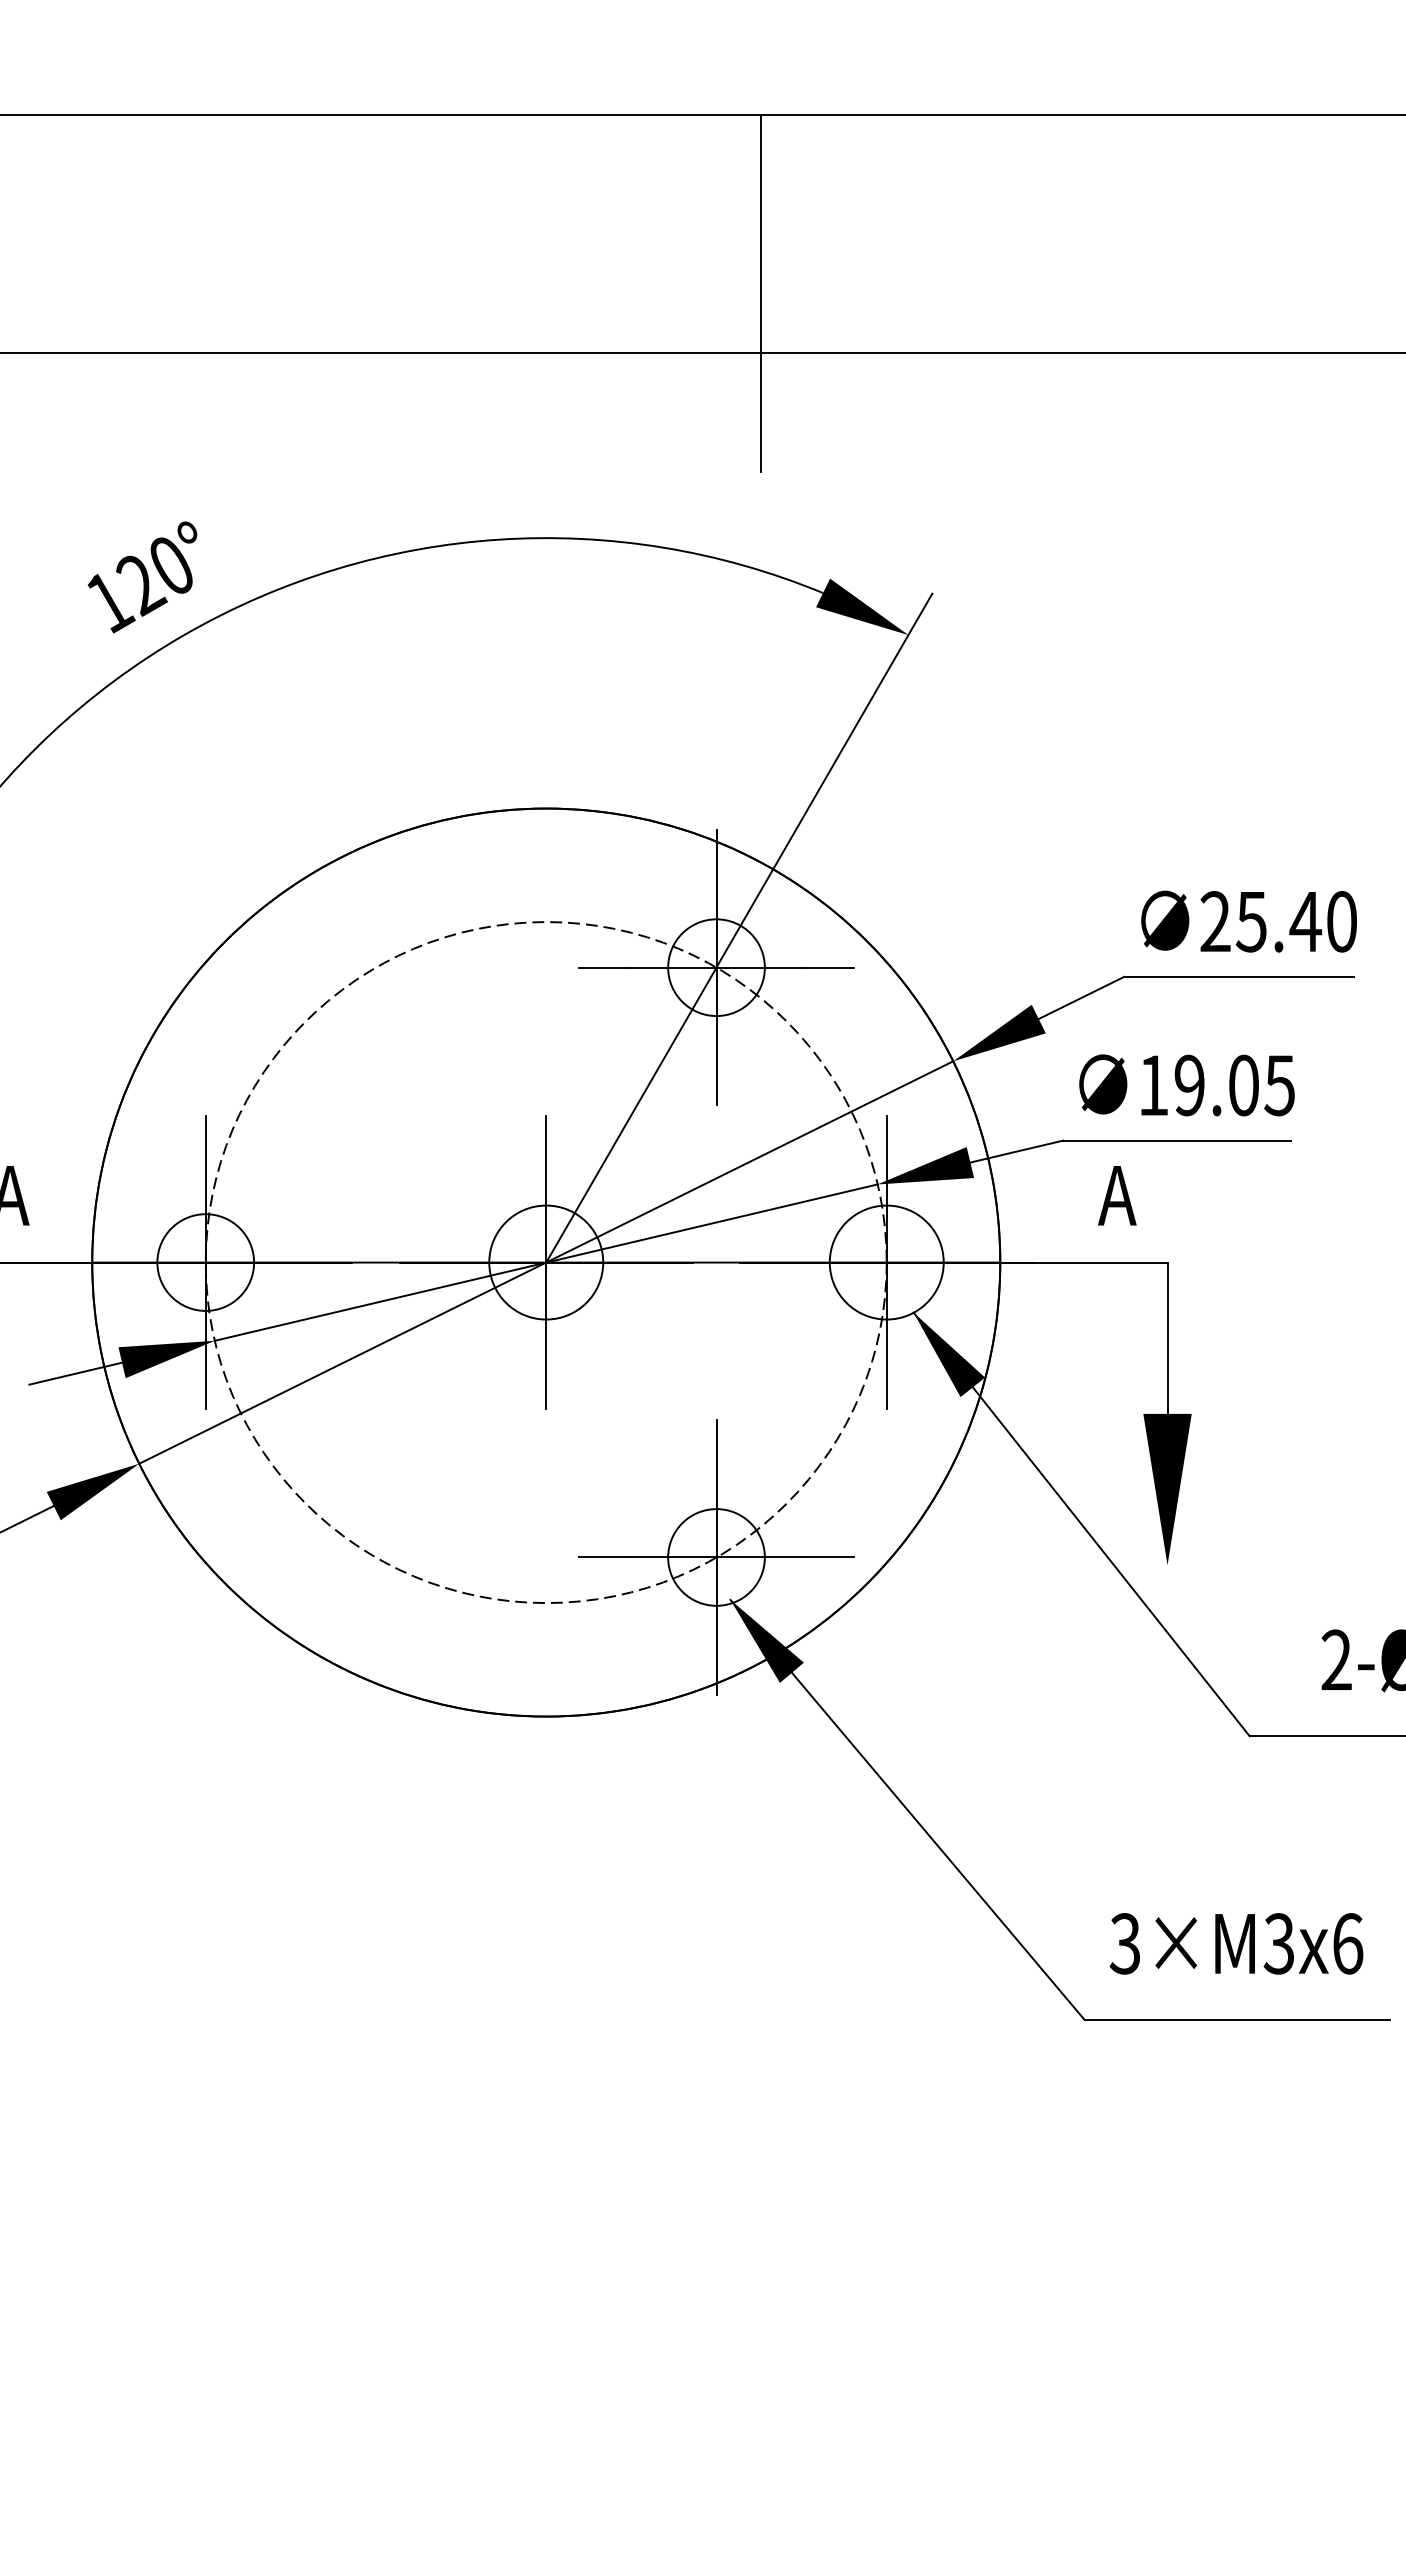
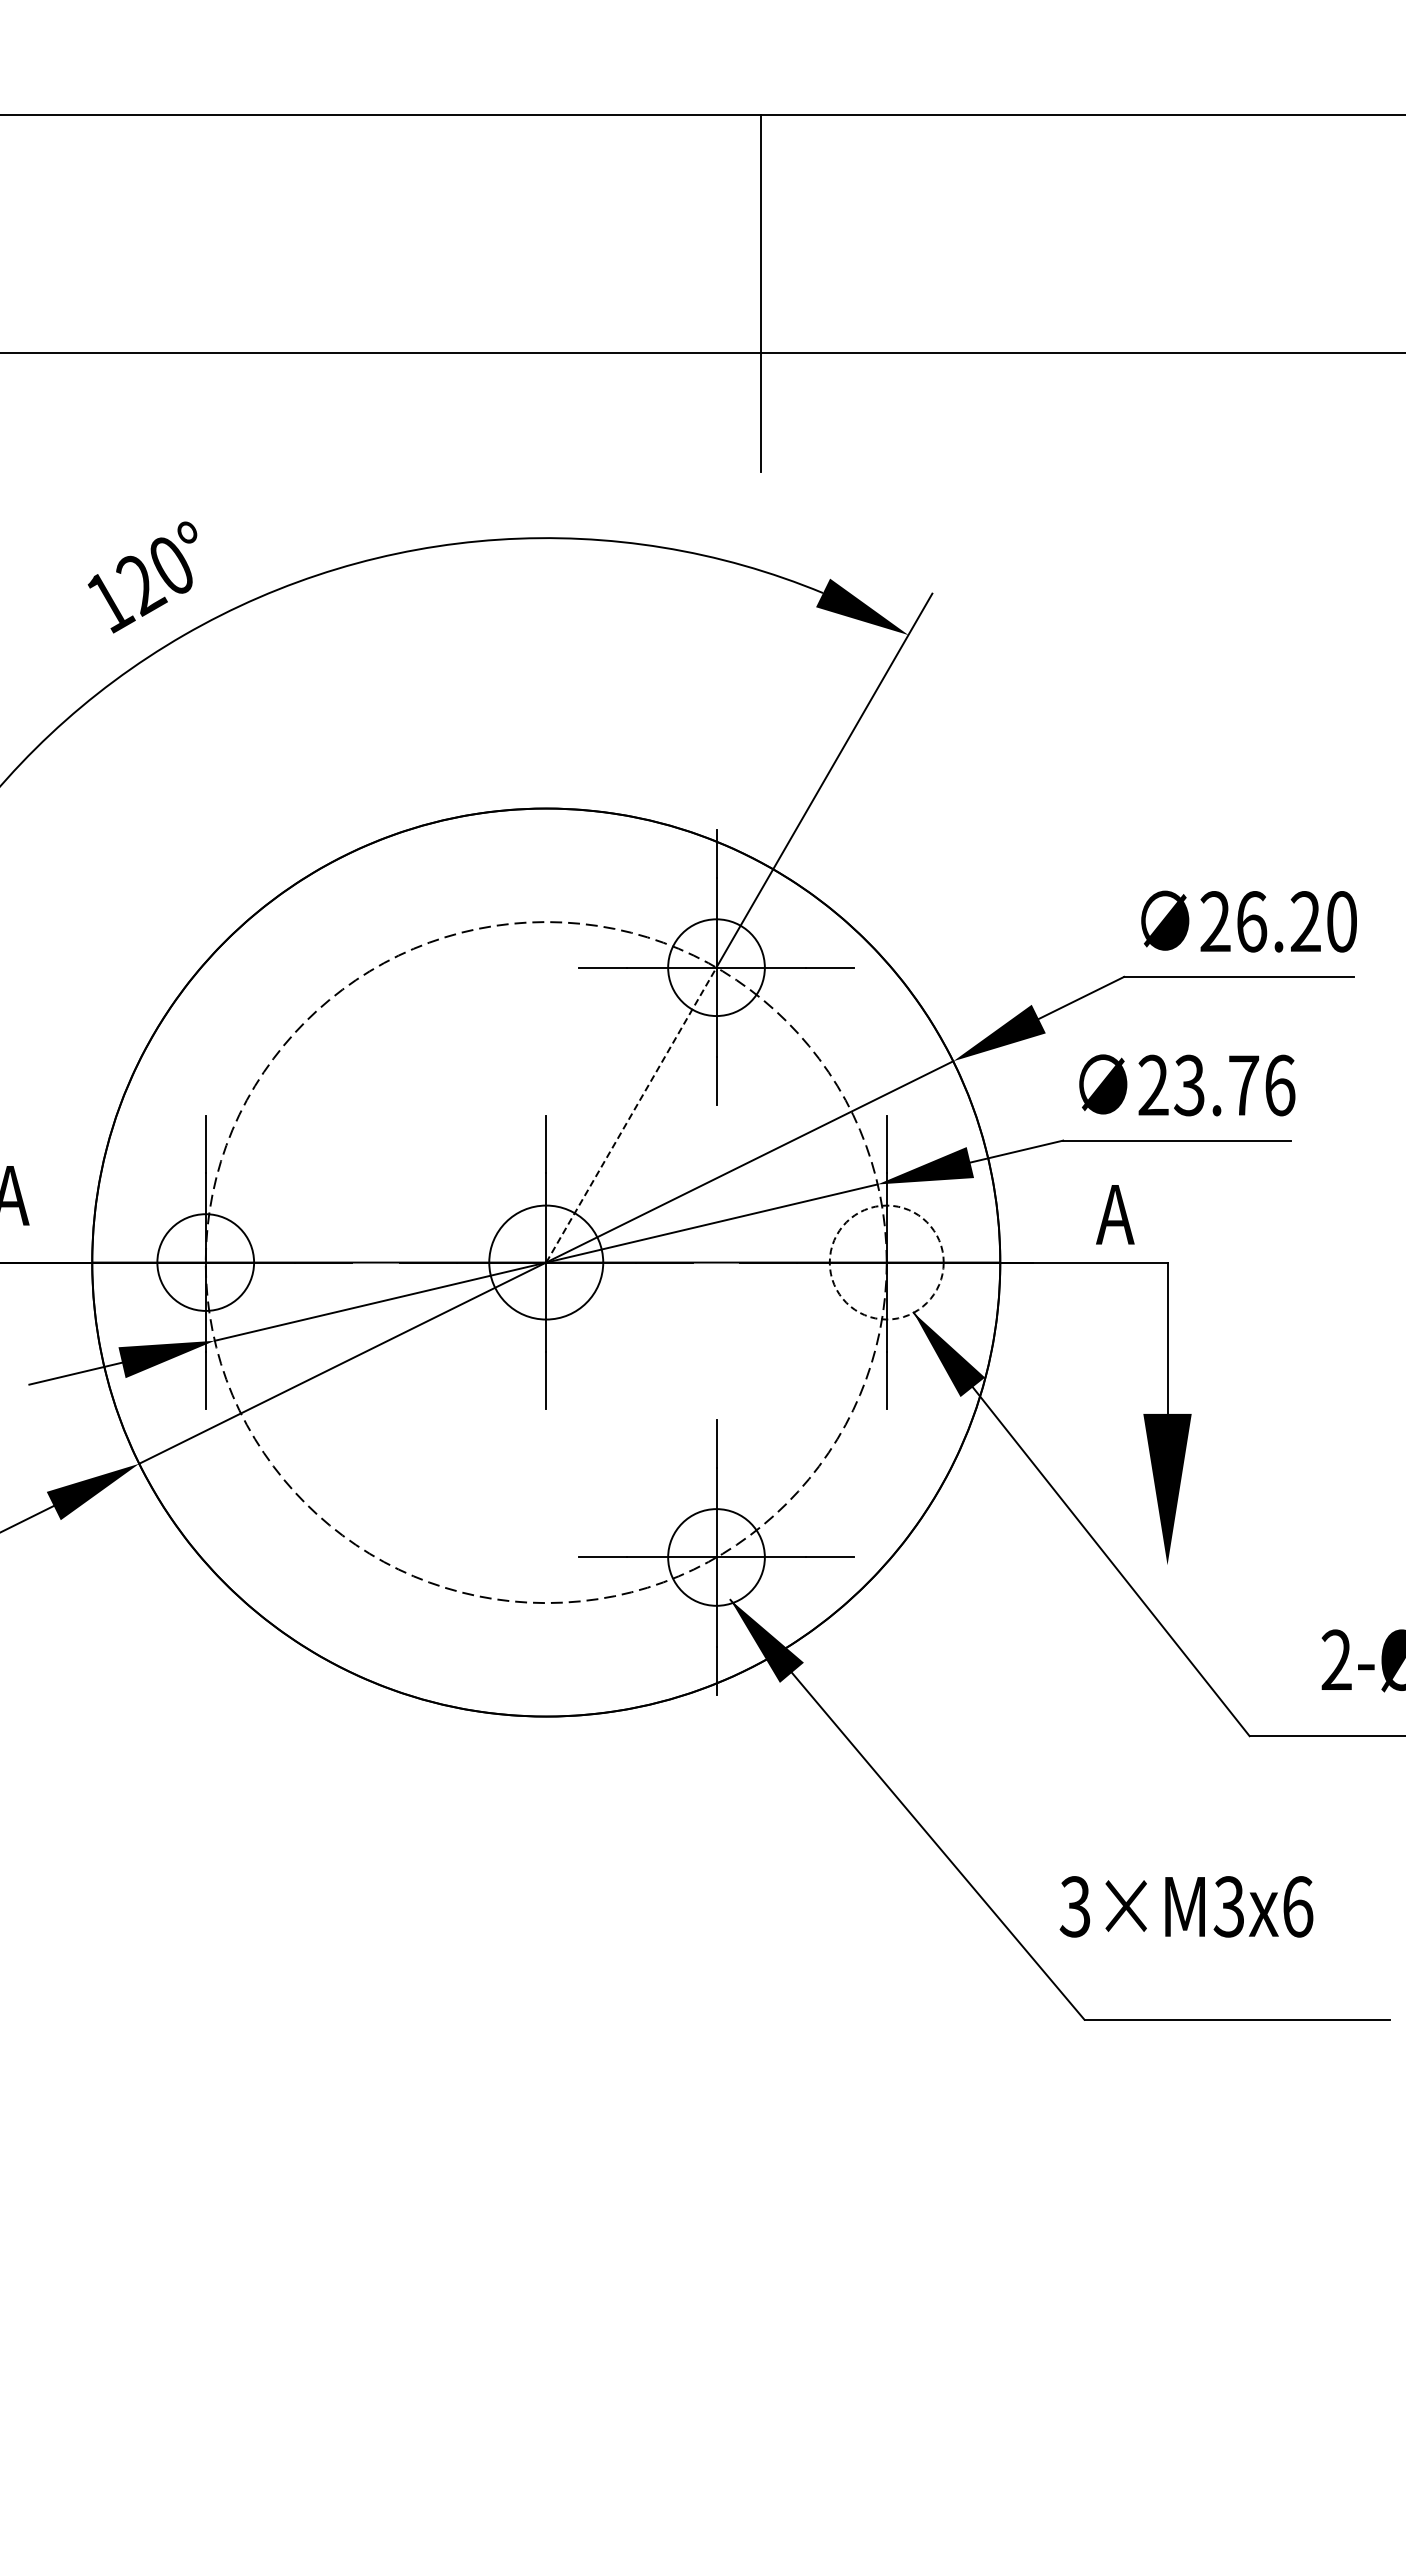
text at (1278, 921): 25.40 -> 26.20
text at (1216, 1085): 19.05 -> 23.76
line at (631, 1114): solid -> dashed
text at (1117, 1195) position: (1117, 1195) -> (1115, 1214)
circle at (886, 1262): solid -> dashed
text at (1236, 1943) position: (1236, 1943) -> (1186, 1906)
